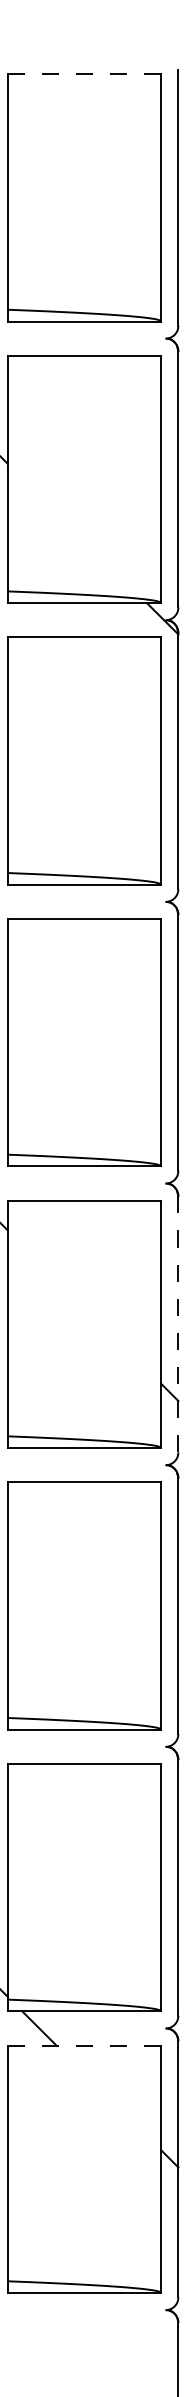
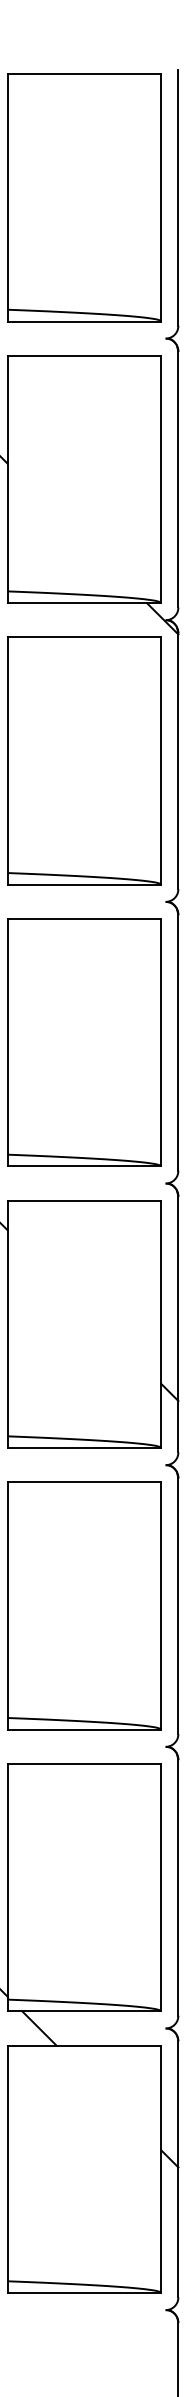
line at (84, 74): dashed -> solid
line at (178, 1324): dashed -> solid
line at (84, 2045): dashed -> solid
